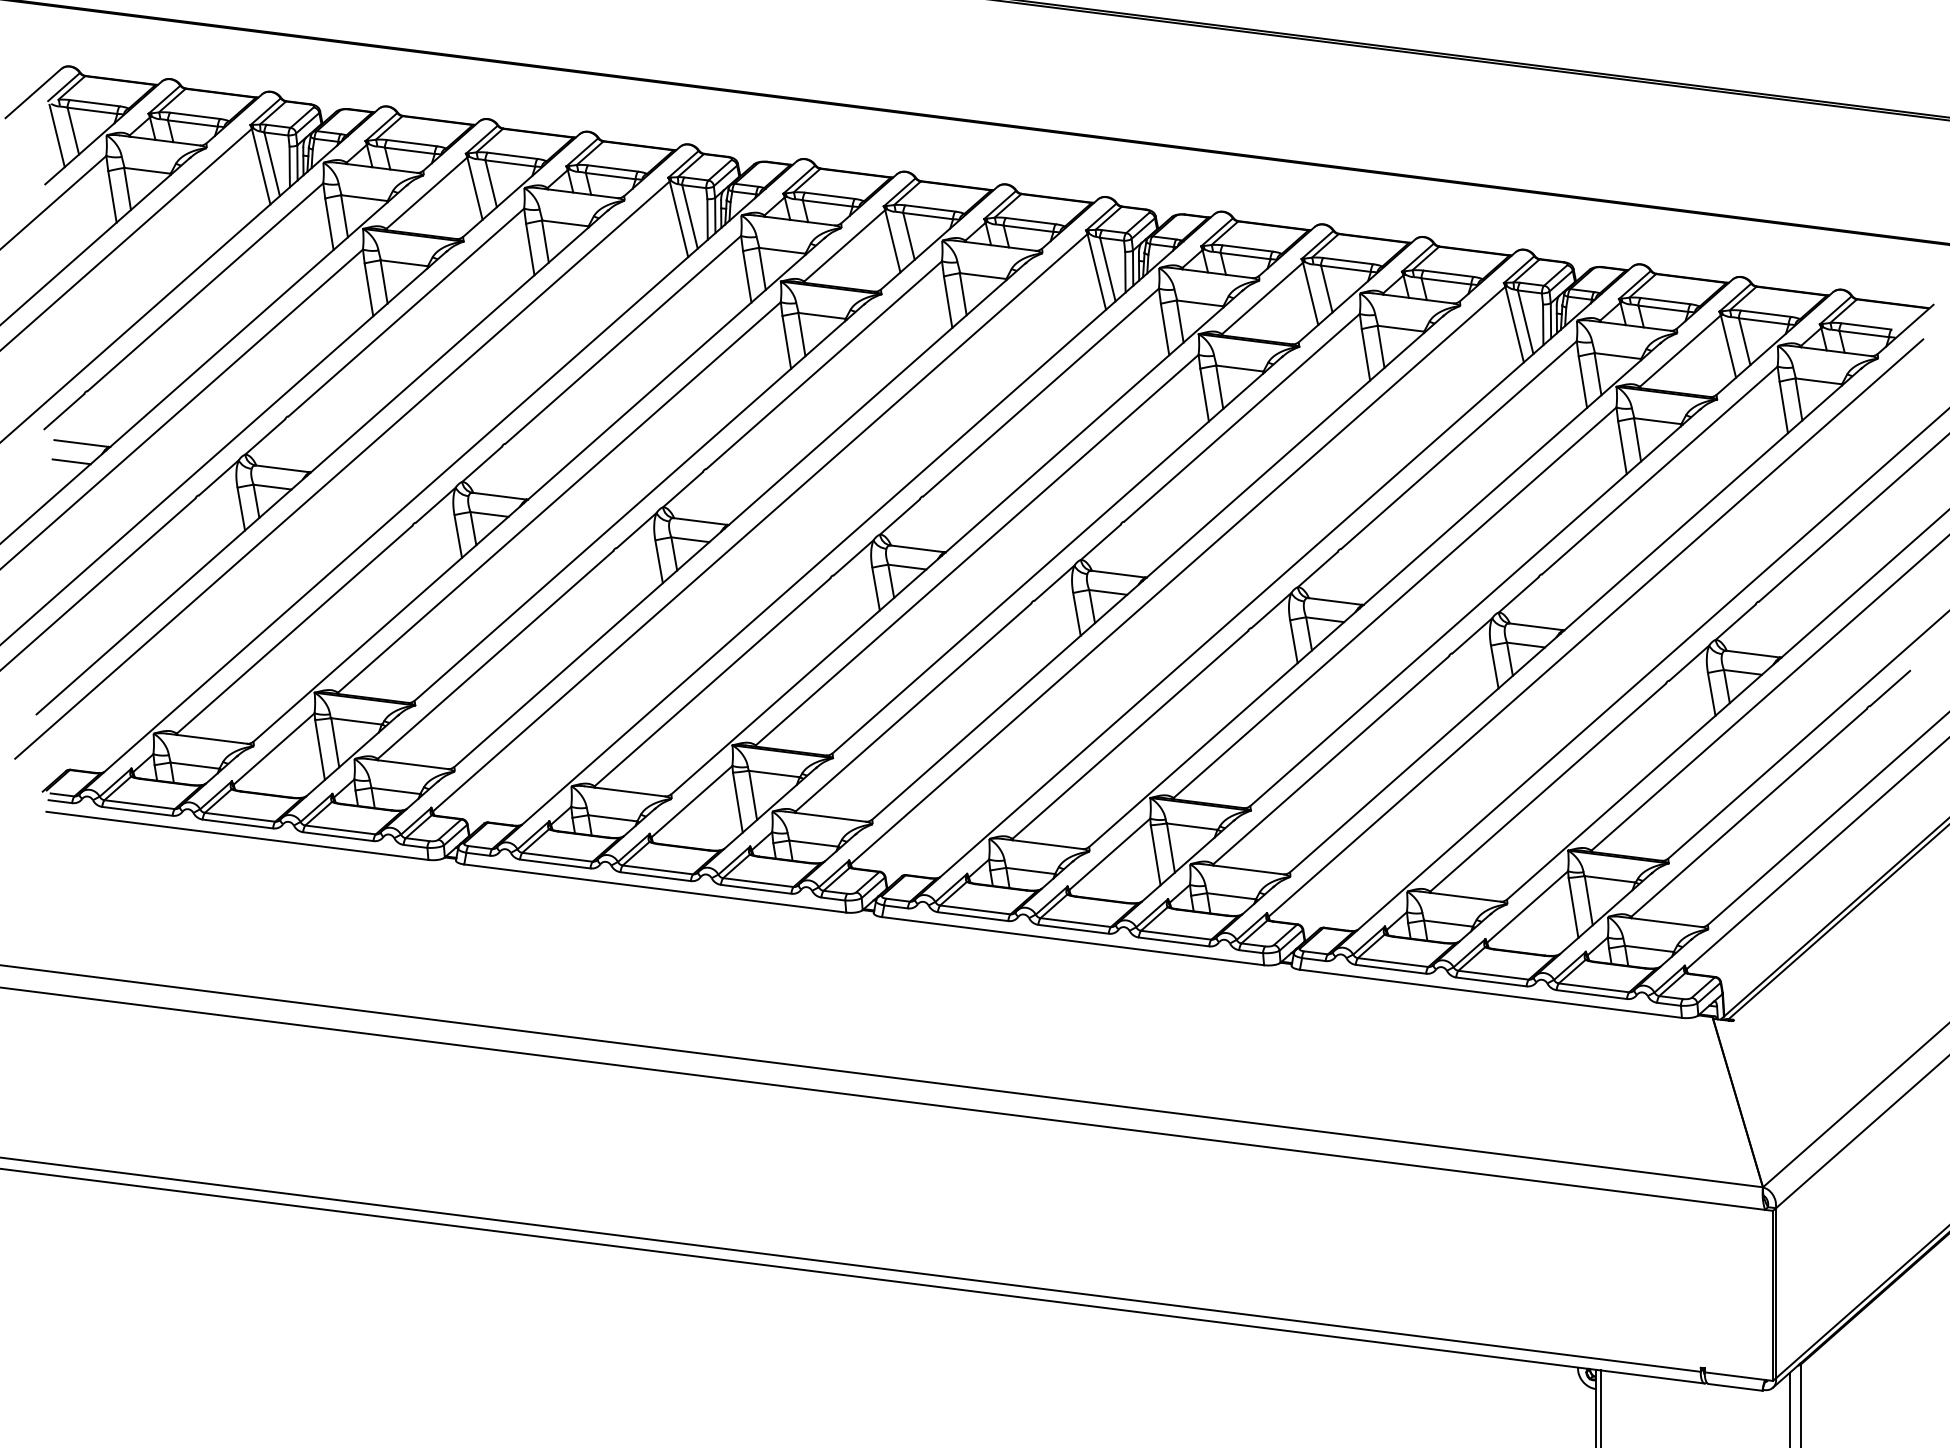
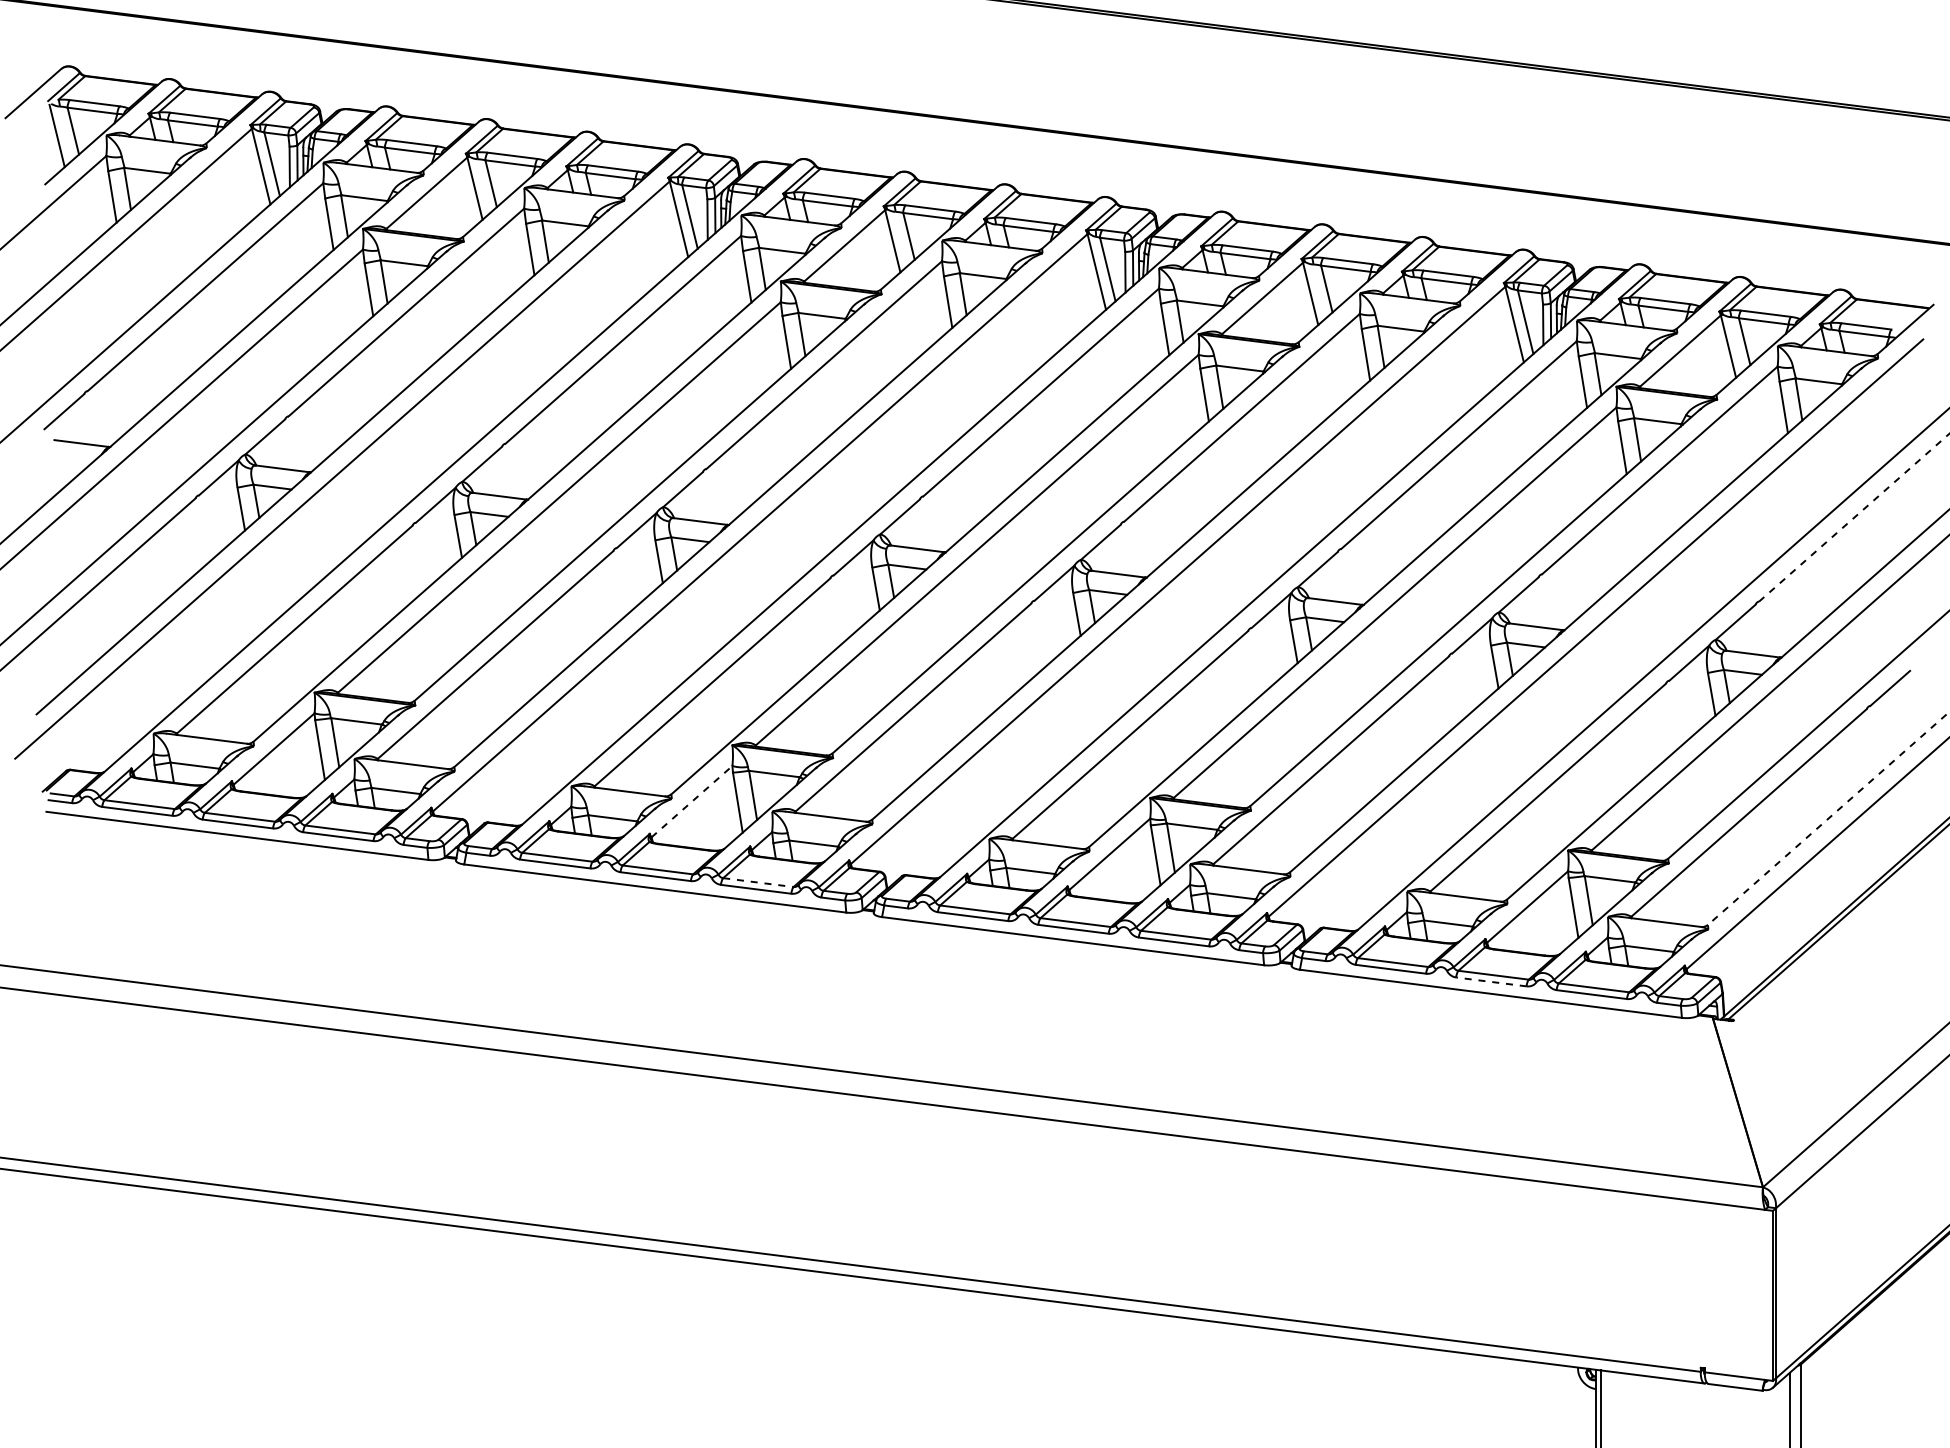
line at (71, 461): present -> none
line at (1854, 517): solid -> dashed
line at (691, 801): solid -> dashed
line at (1828, 818): solid -> dashed
line at (758, 882): solid -> dashed
line at (1491, 981): solid -> dashed
